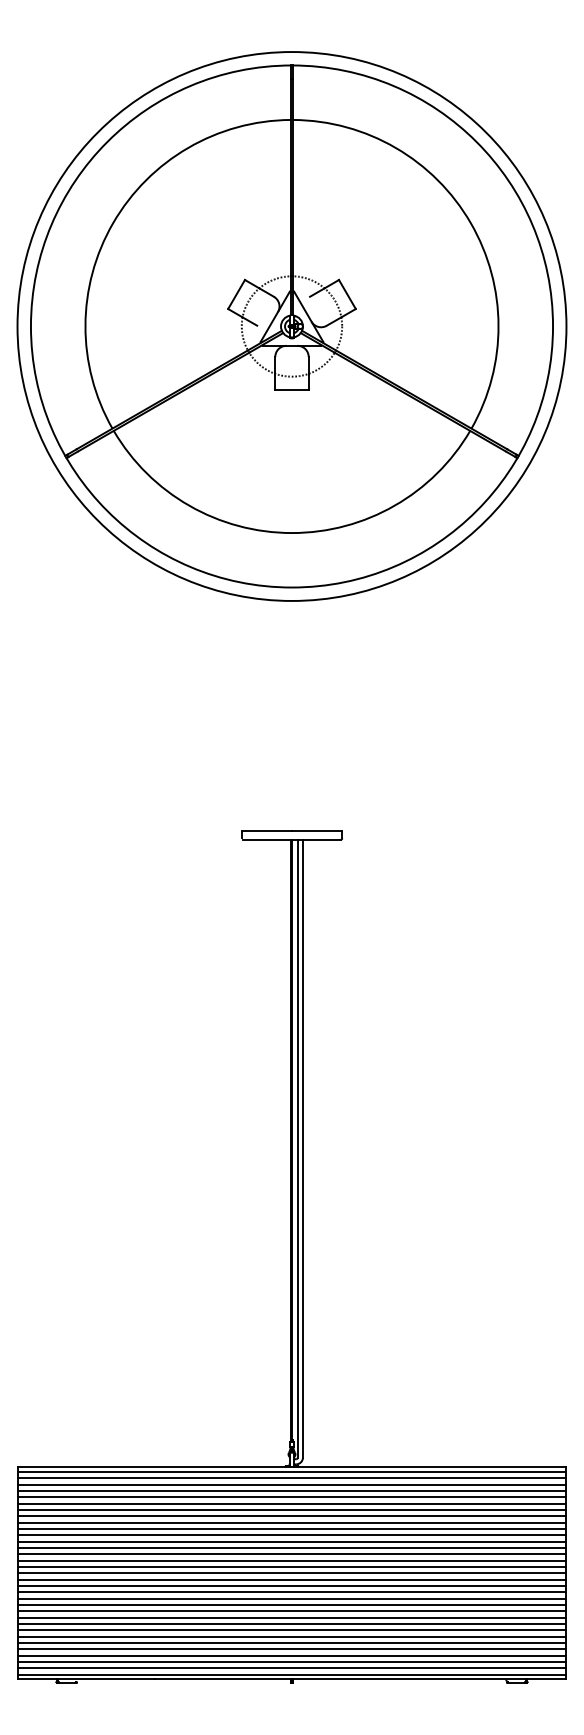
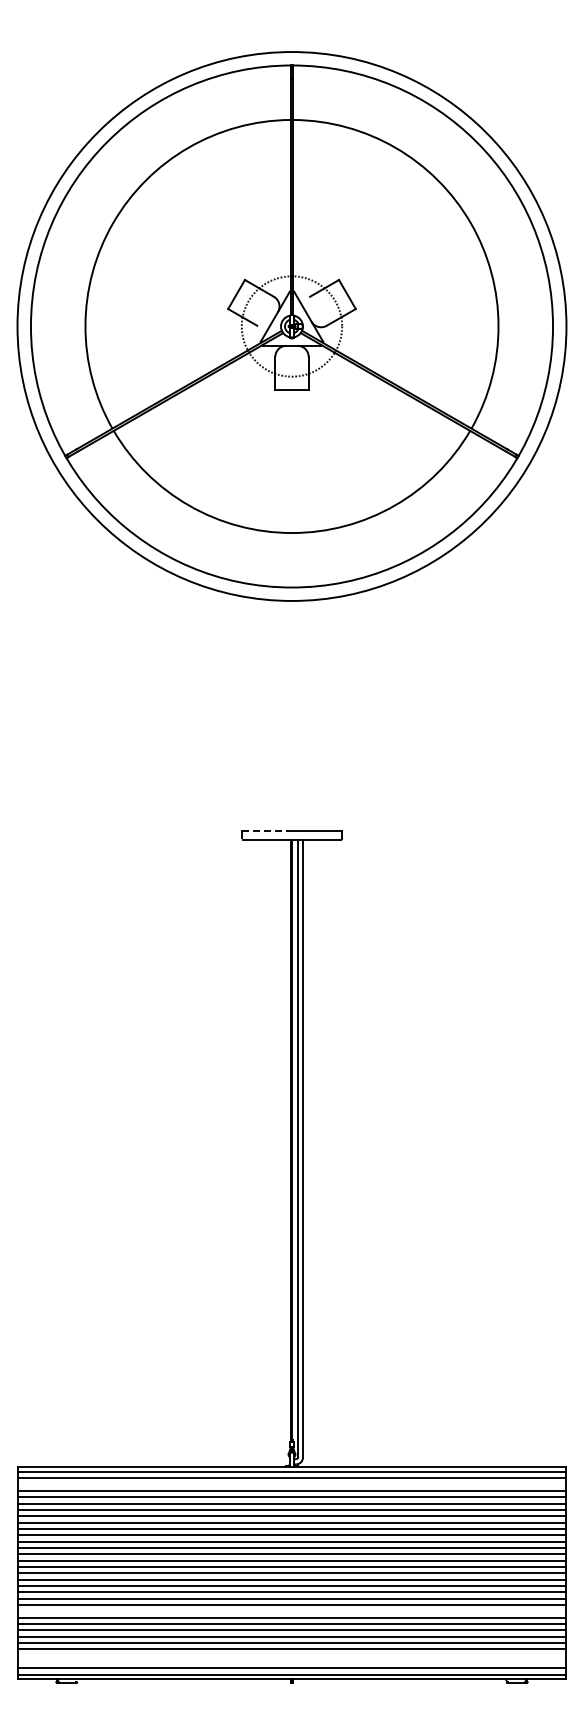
line at (267, 831): solid -> dashed
line at (291, 1484): present -> none
line at (291, 1611): present -> none
line at (291, 1655): present -> none
line at (291, 1661): present -> none
